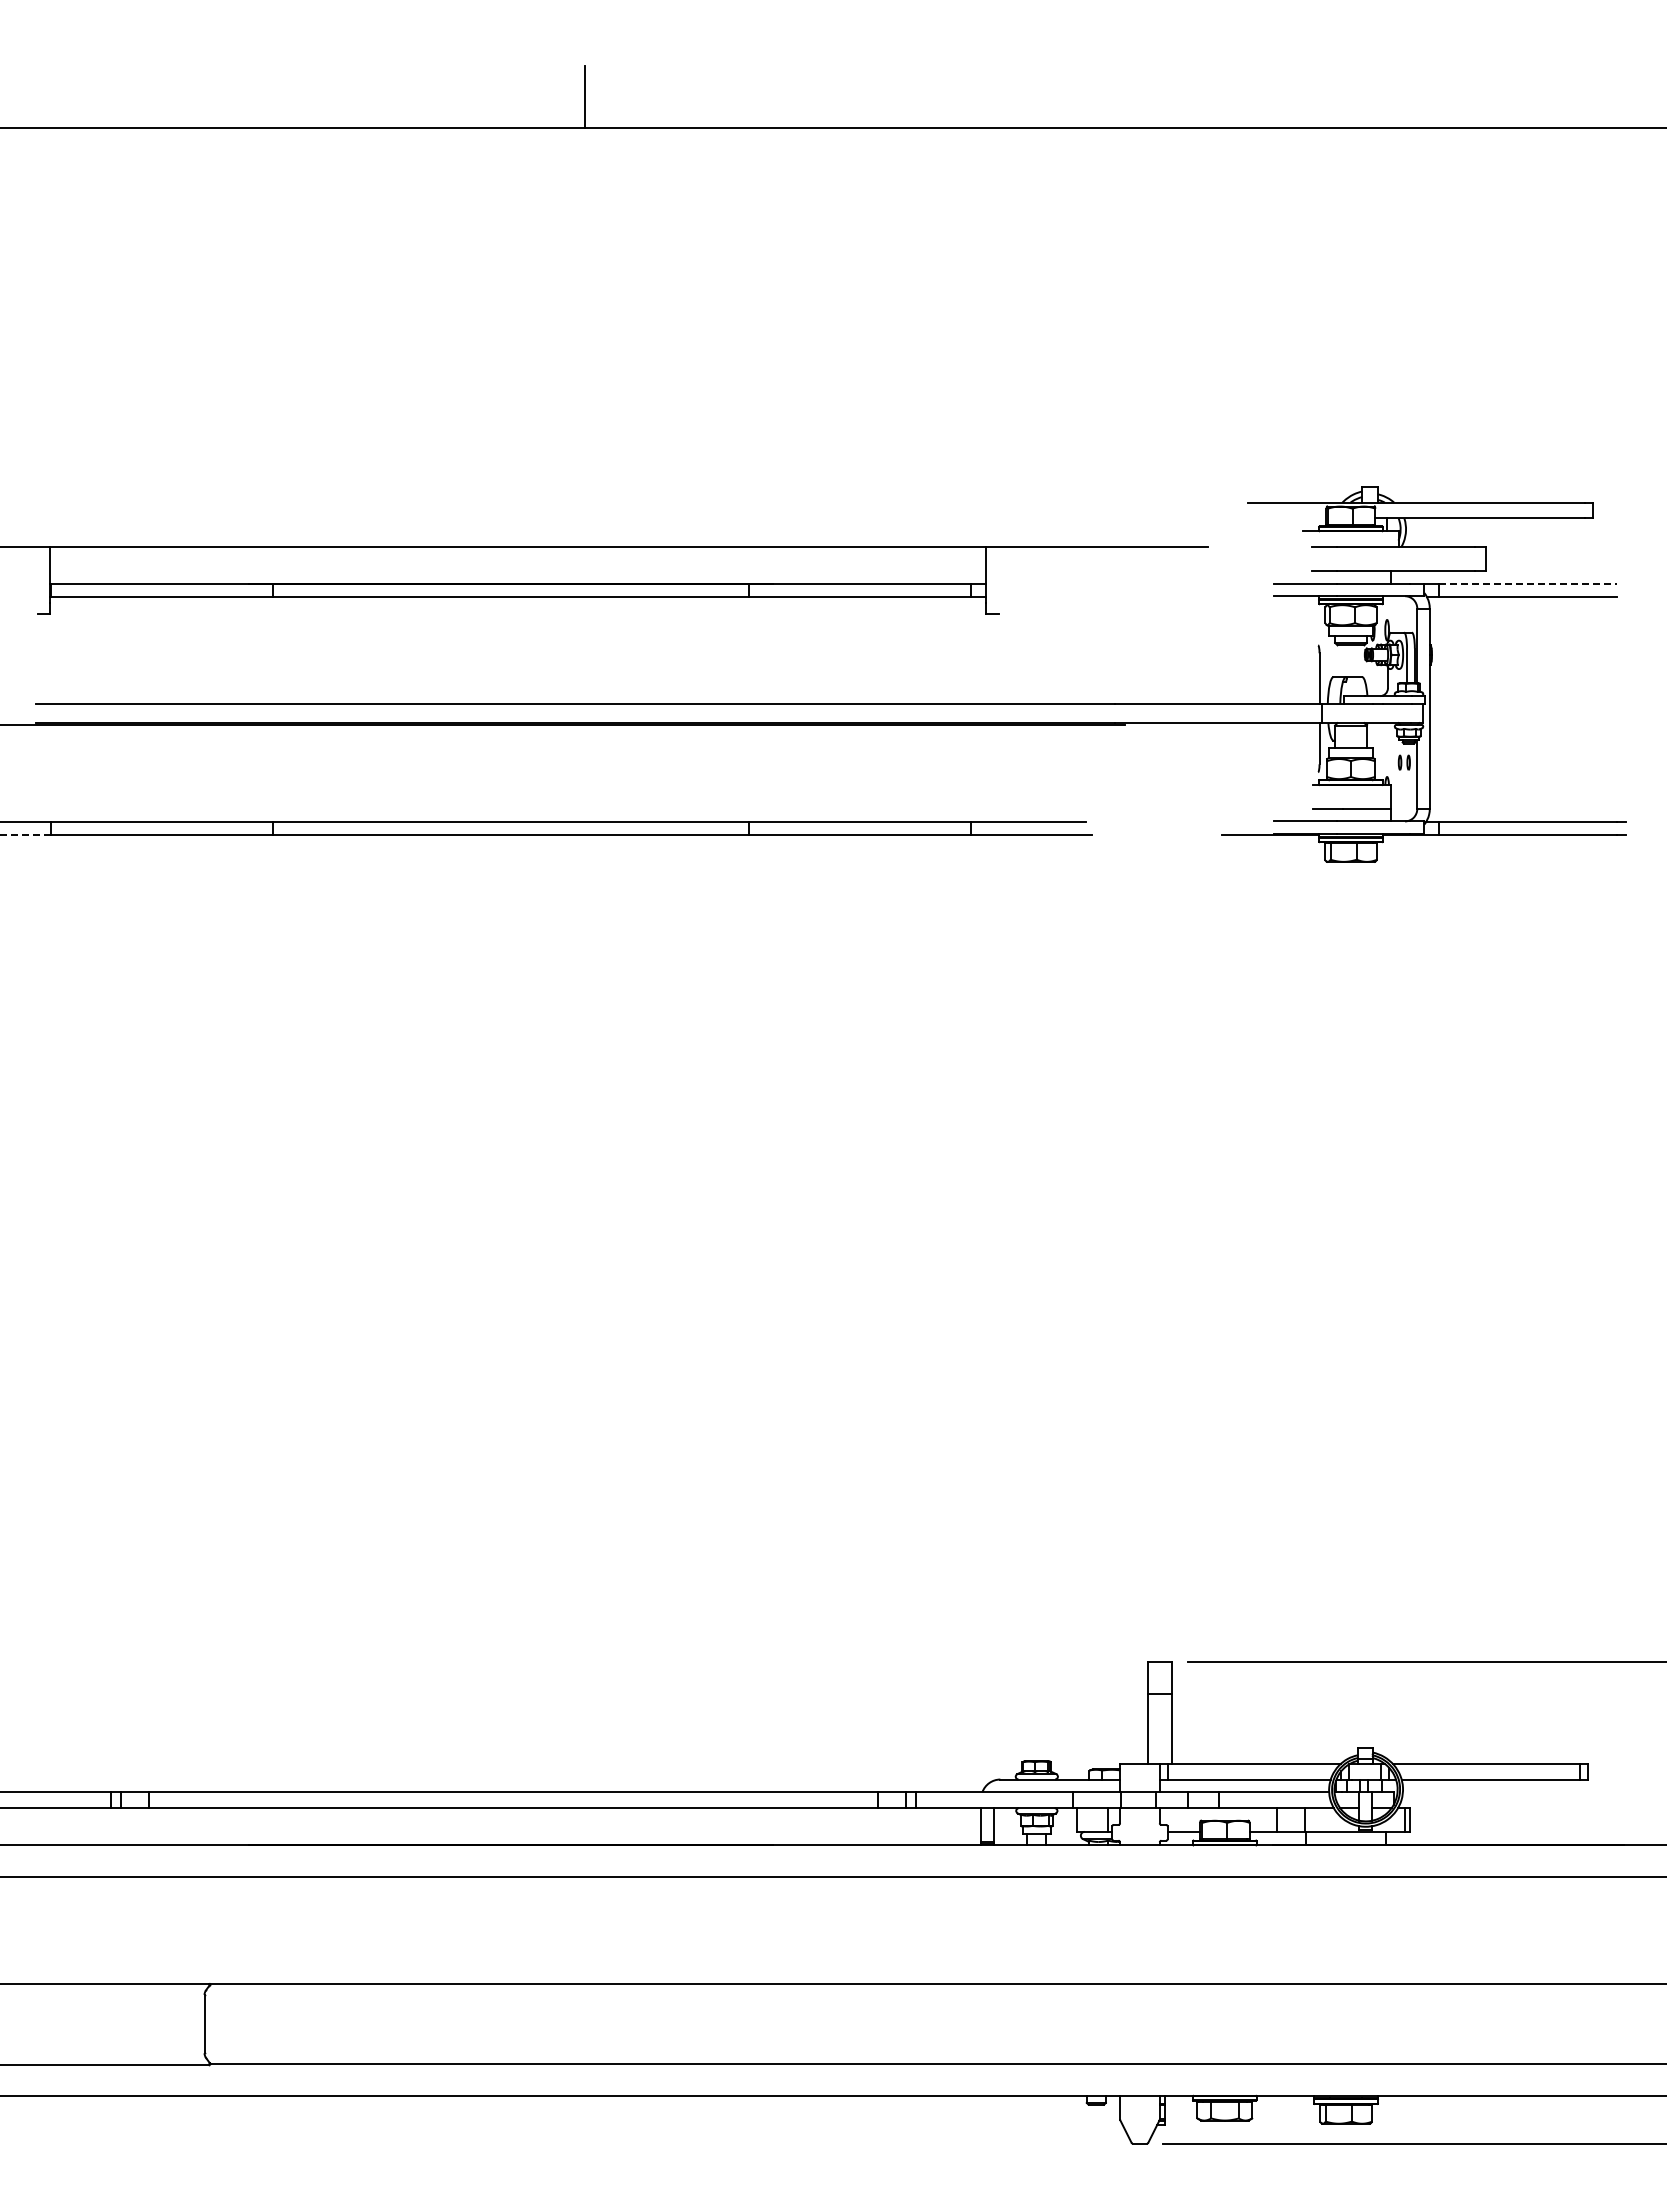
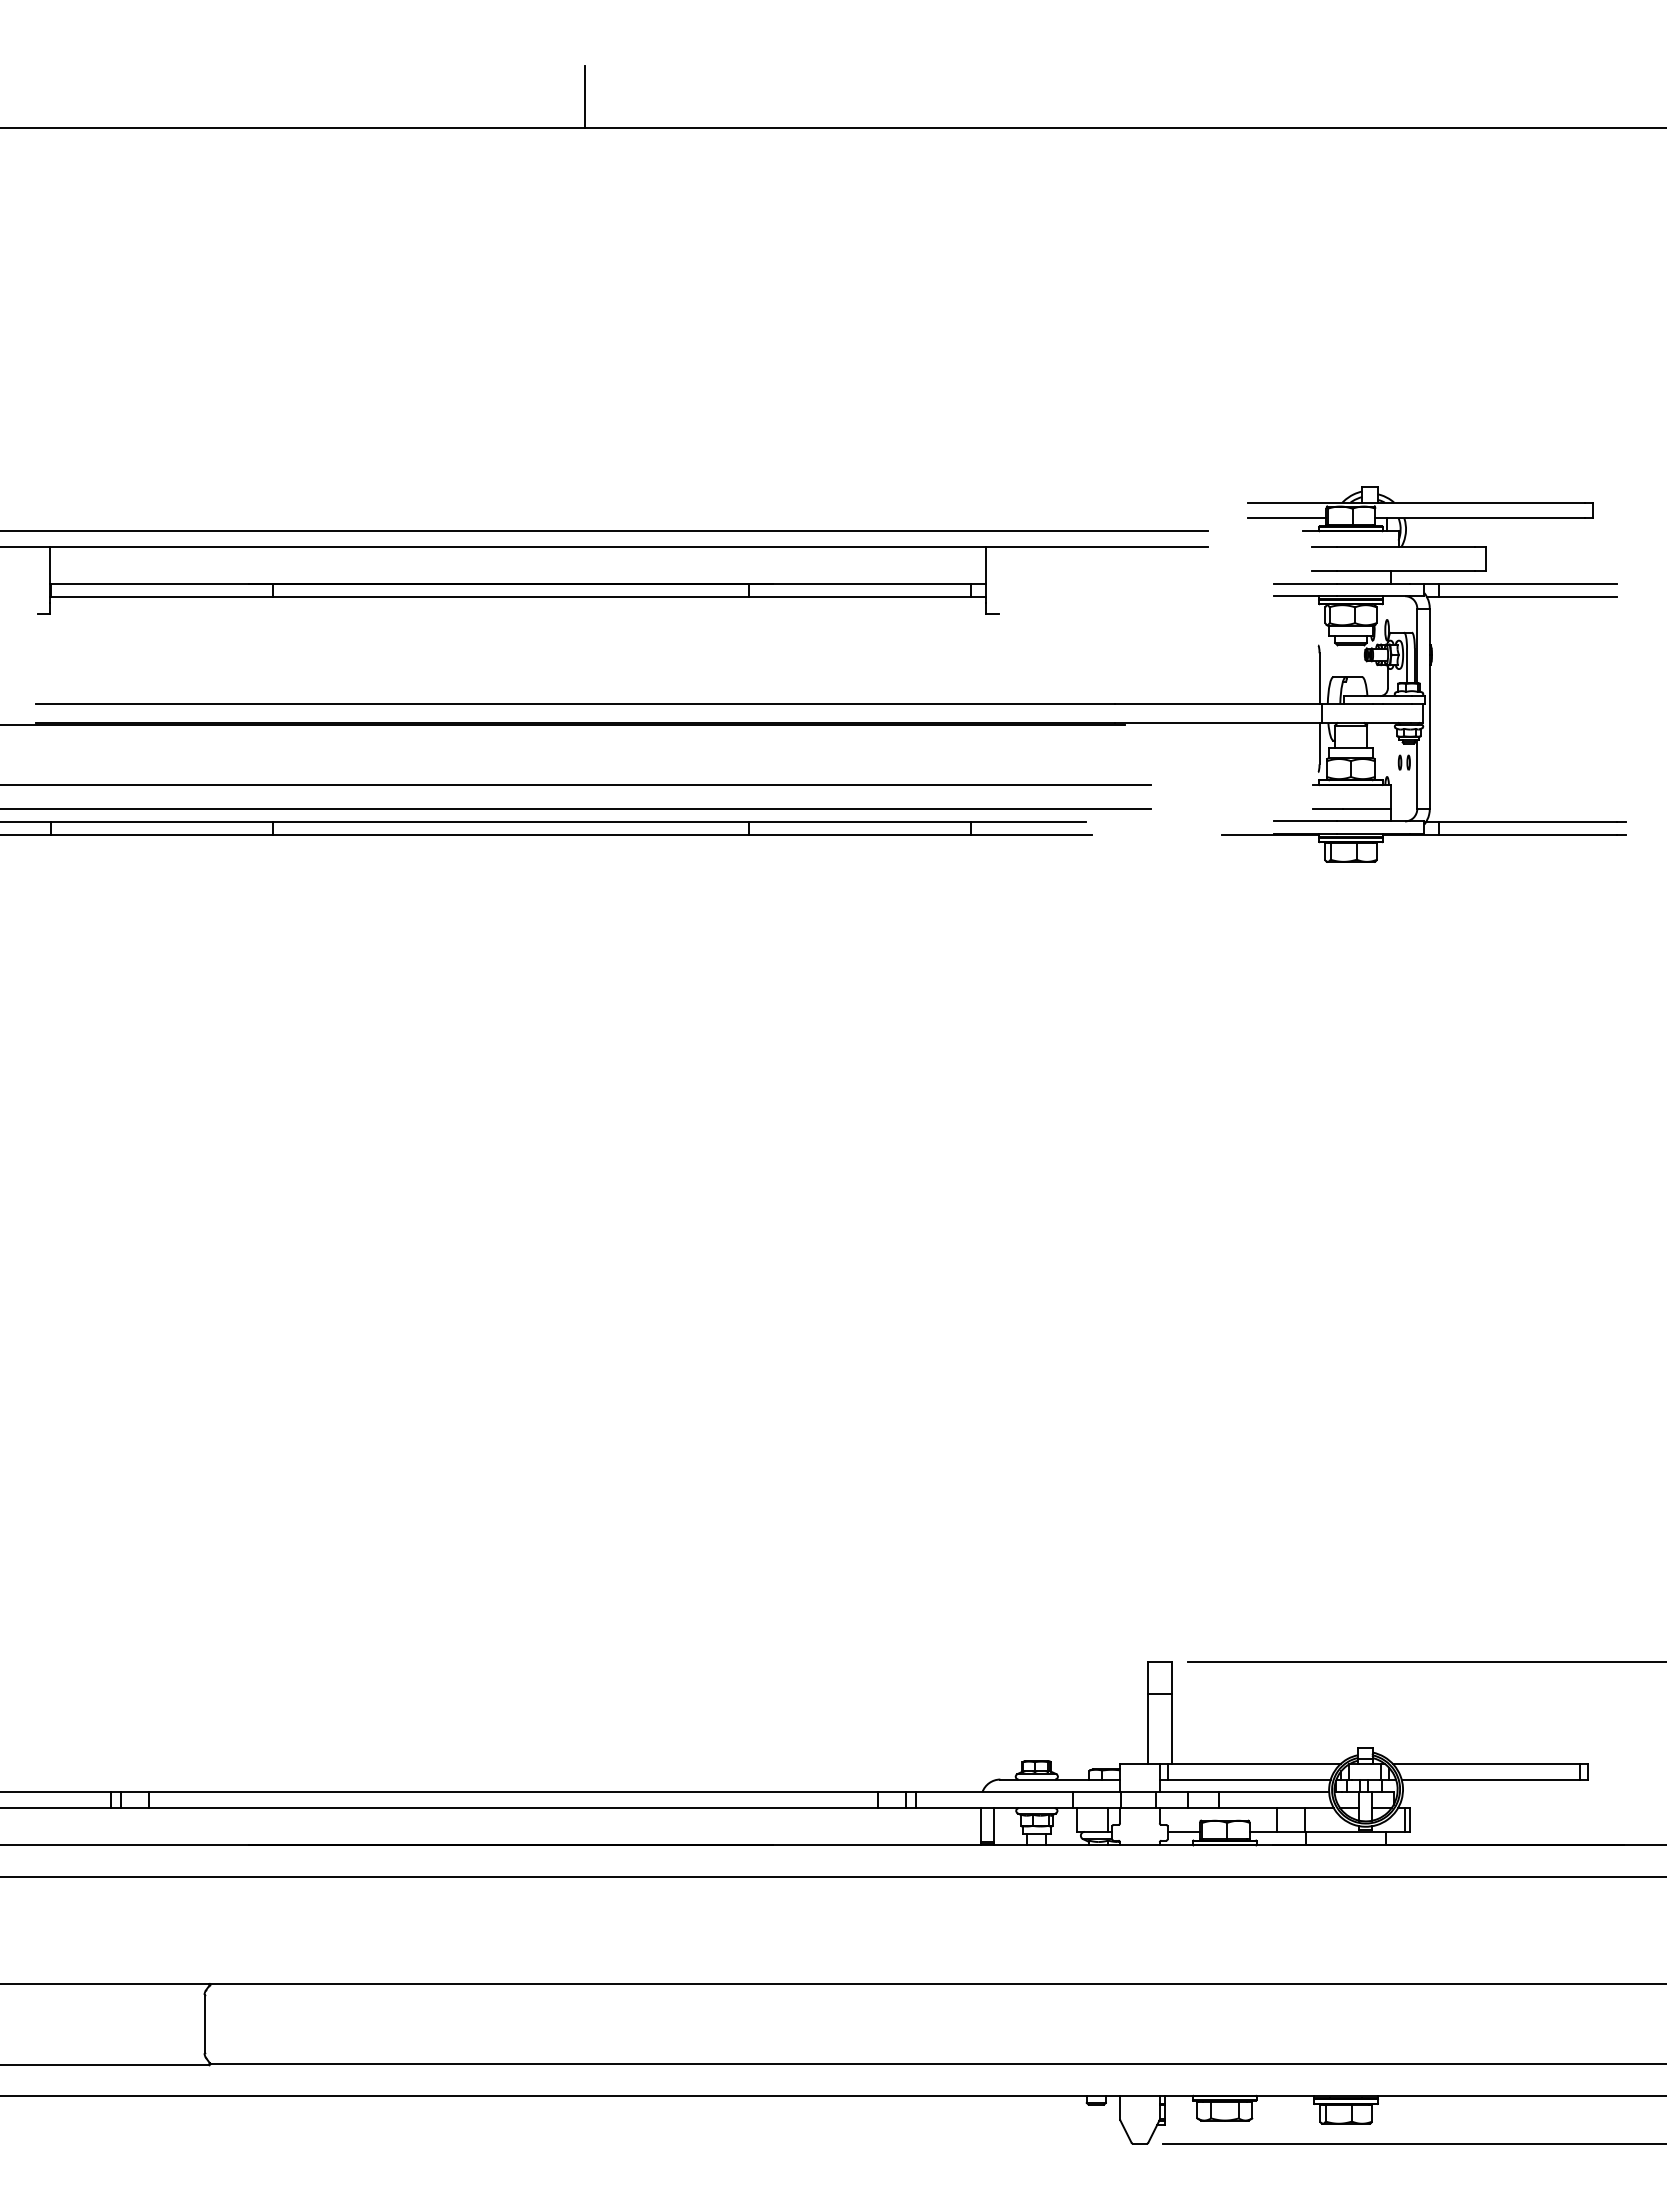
line at (1286, 518): none -> present
line at (605, 531): none -> present
line at (1528, 584): dashed -> solid
line at (576, 784): none -> present
line at (576, 808): none -> present
line at (25, 834): dashed -> solid
